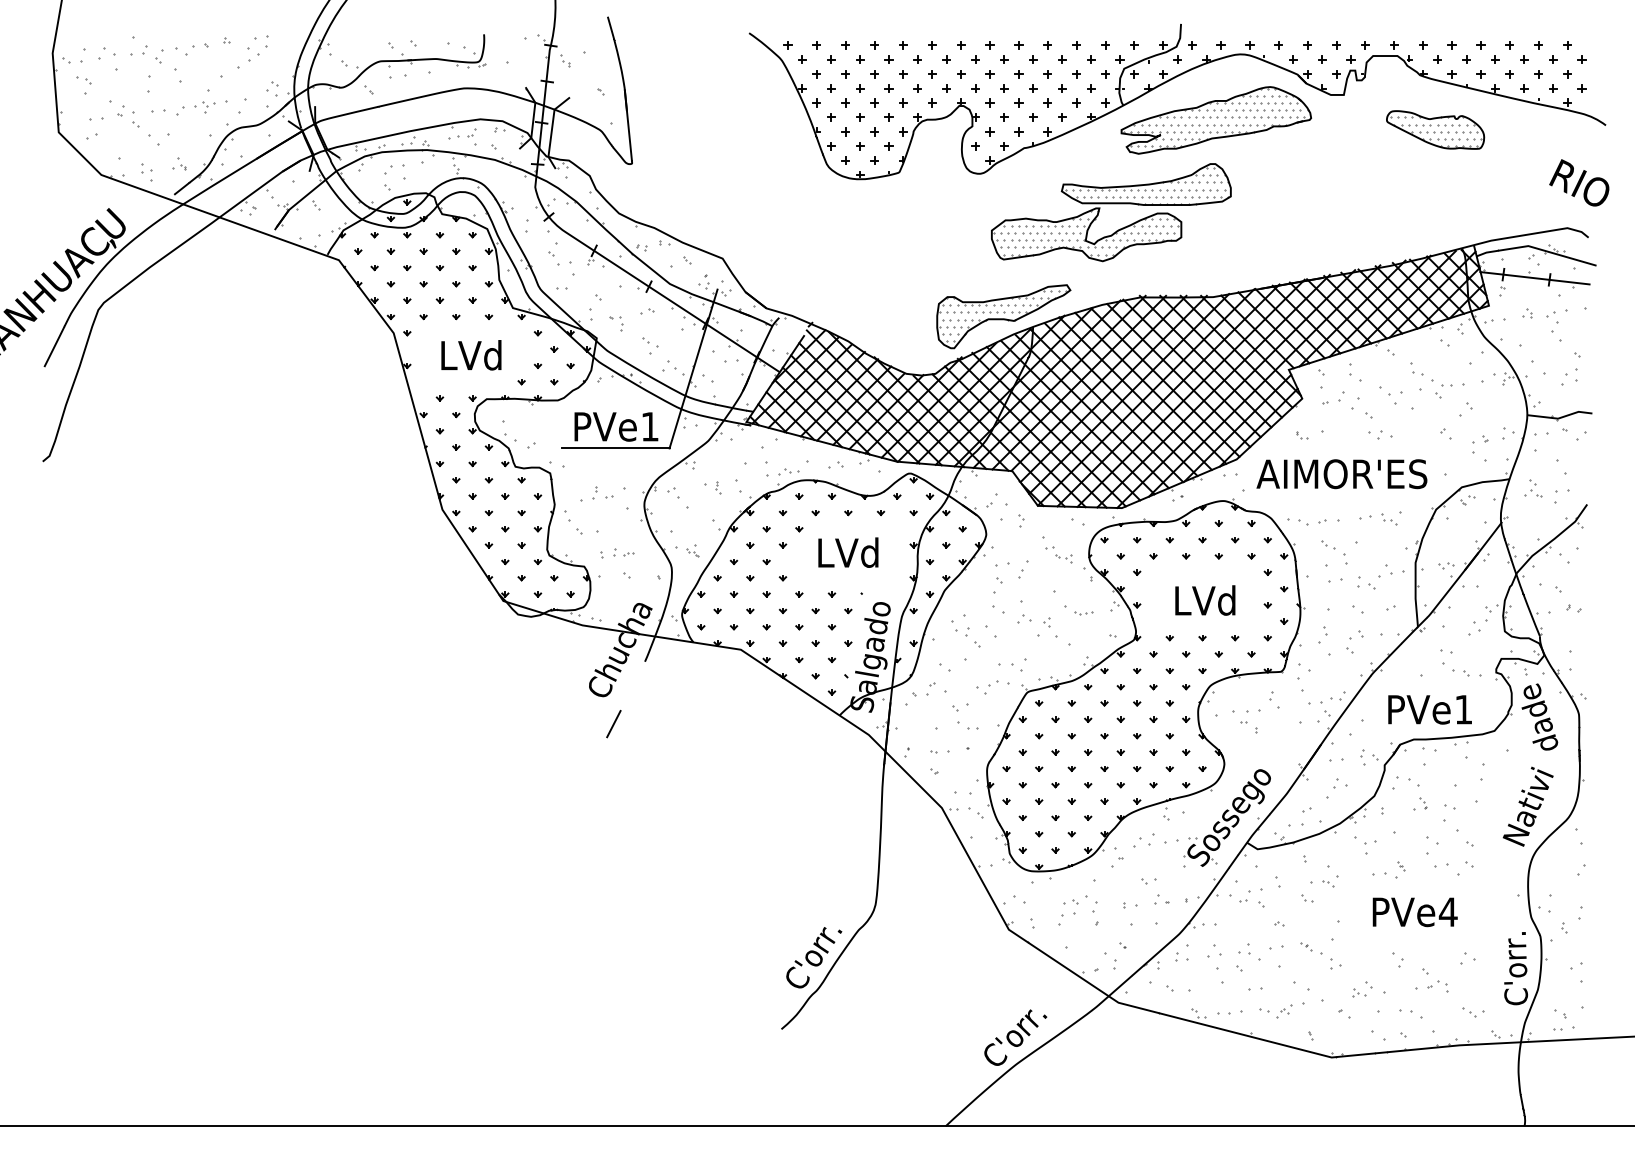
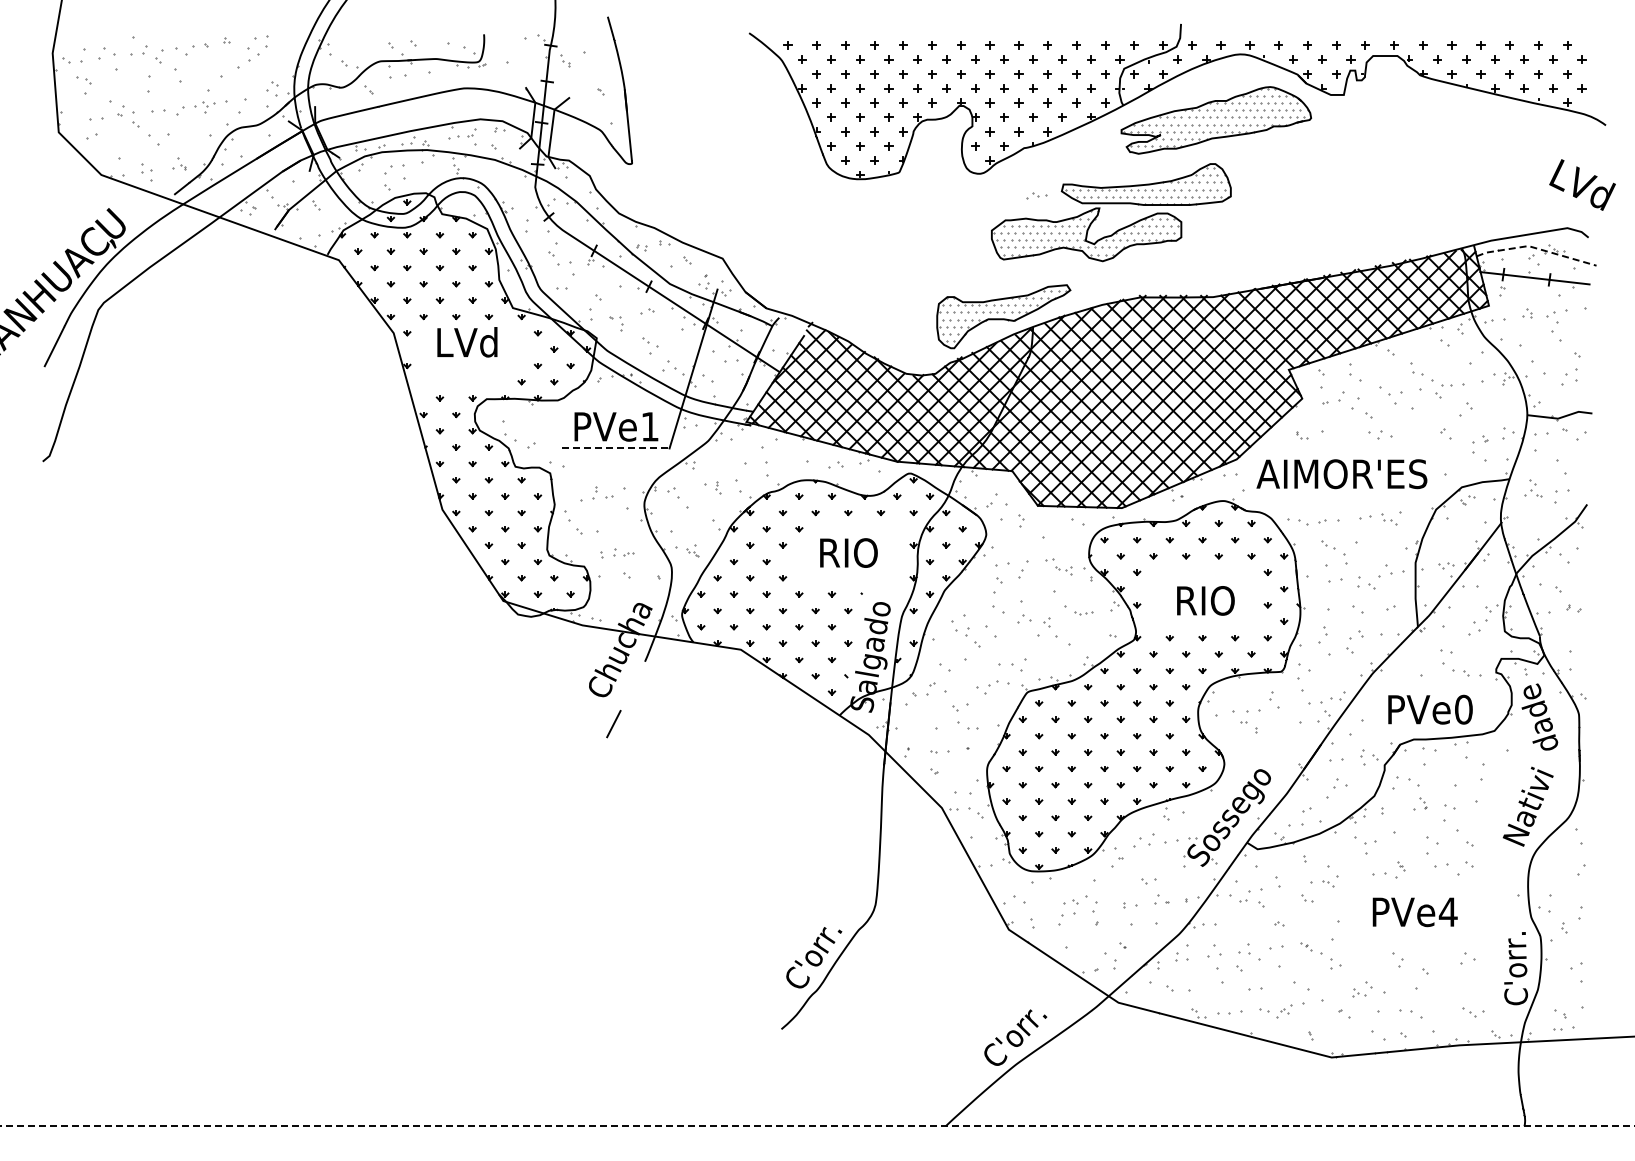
part at (1435, 129): present -> none
text at (1583, 185): RIO -> LVd
line at (1536, 248): solid -> dashed
text at (471, 355) position: (471, 355) -> (467, 342)
line at (615, 448): solid -> dashed
part at (788, 471) position: (788, 471) -> (1036, 195)
text at (848, 552): LVd -> RIO
part at (1058, 554) position: (1058, 554) -> (1058, 566)
text at (1205, 600): LVd -> RIO
text at (1463, 709): PVe1 -> PVe0
part at (1437, 986): present -> none
line at (817, 1126): solid -> dashed
